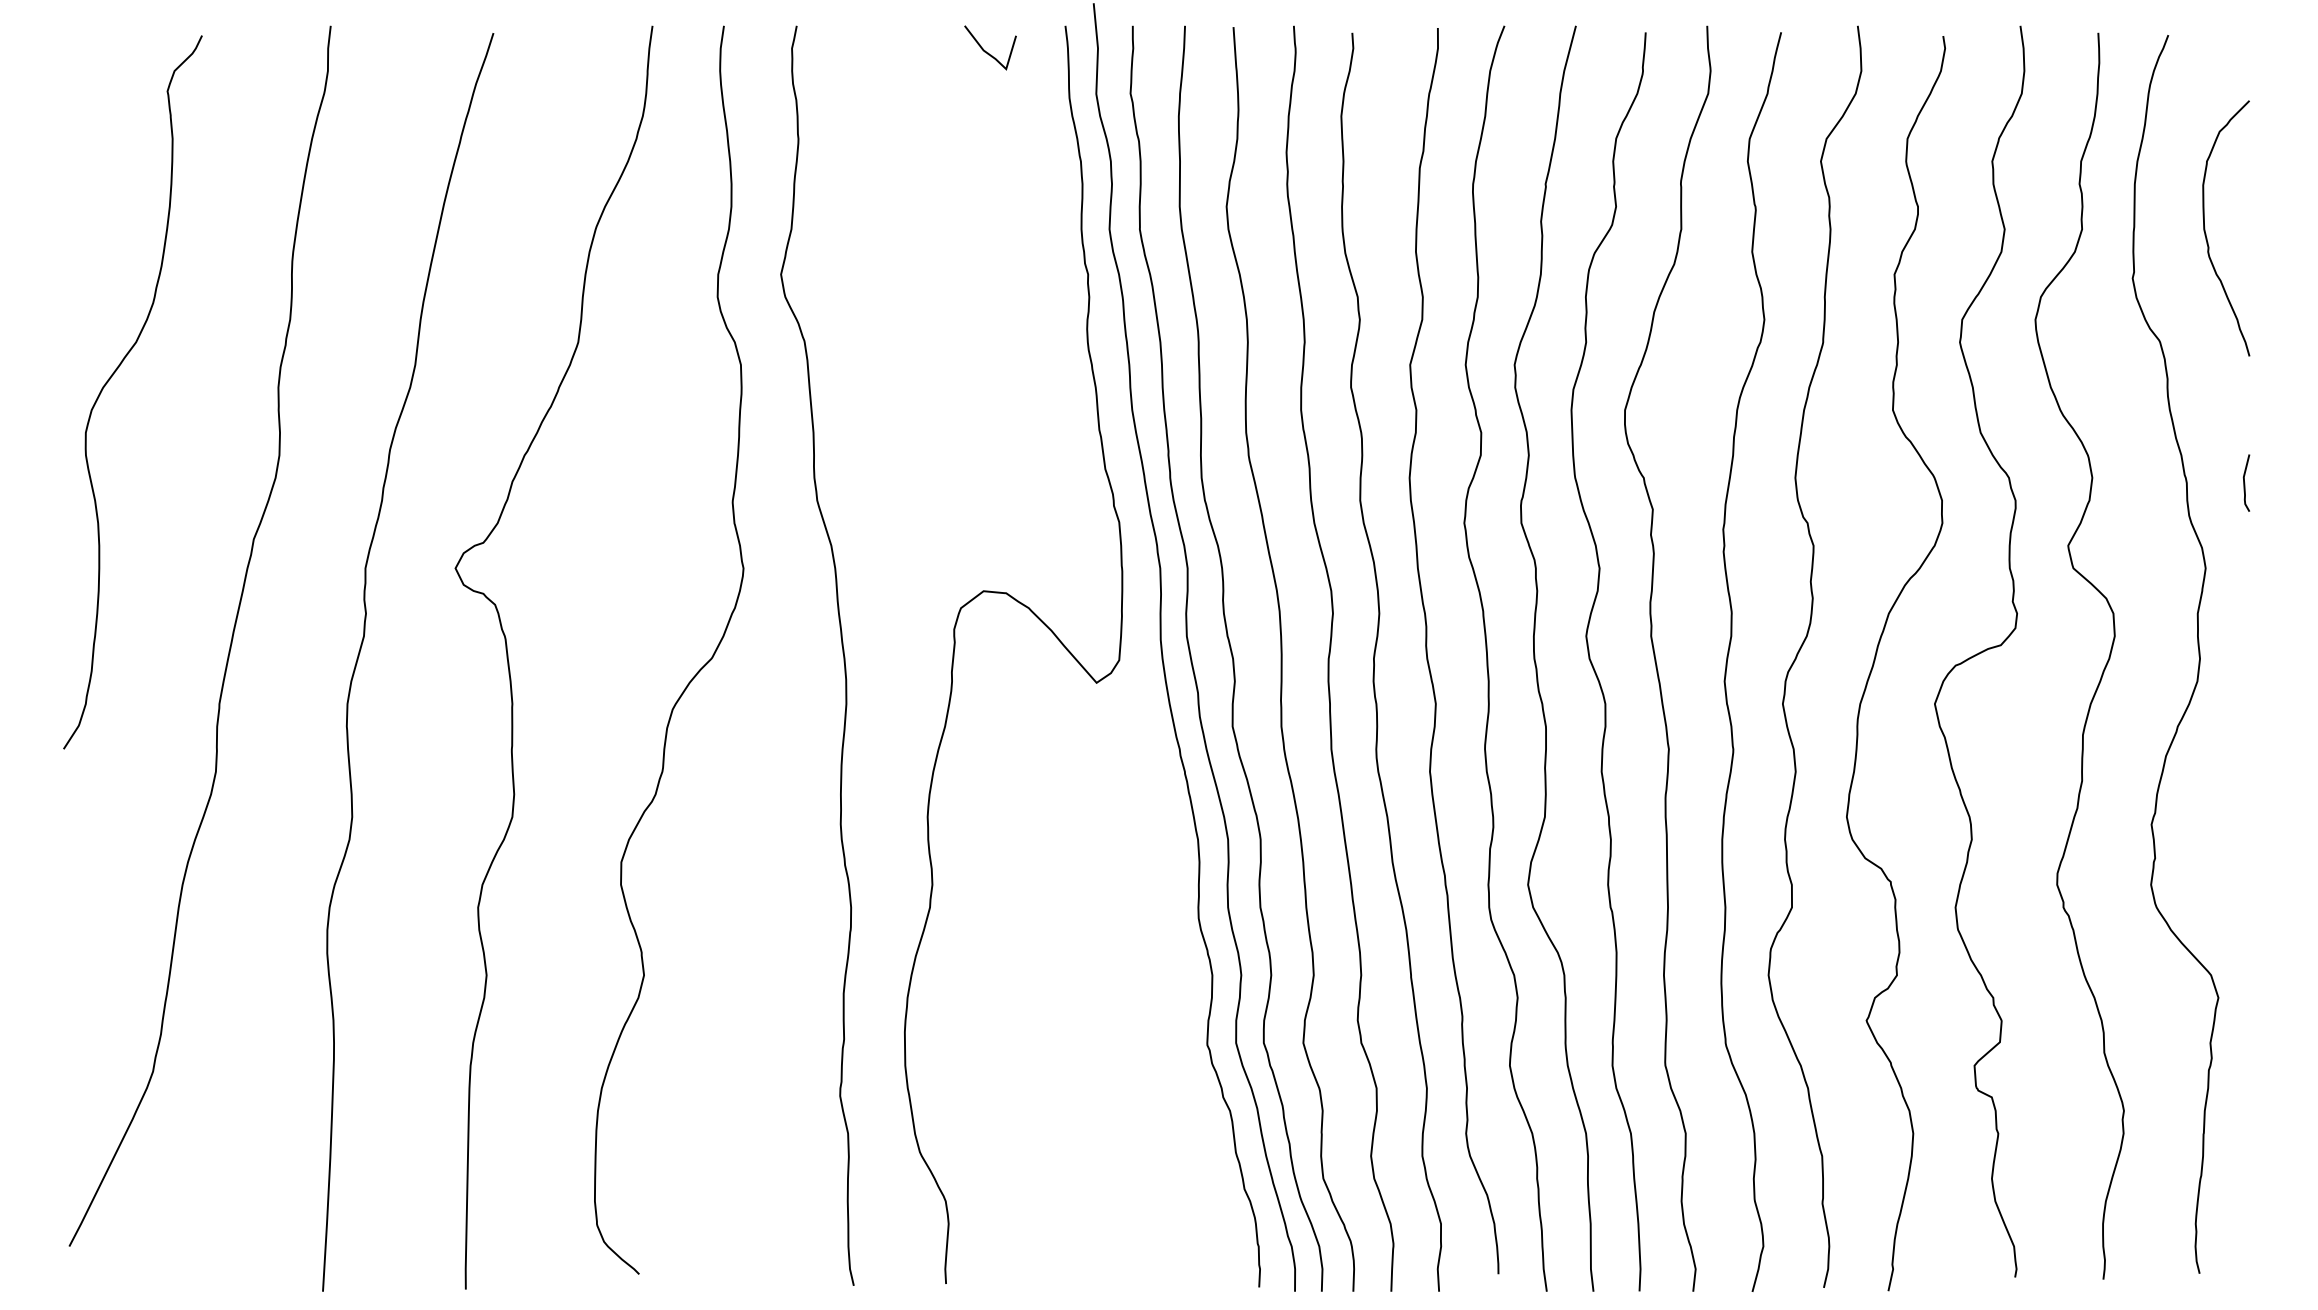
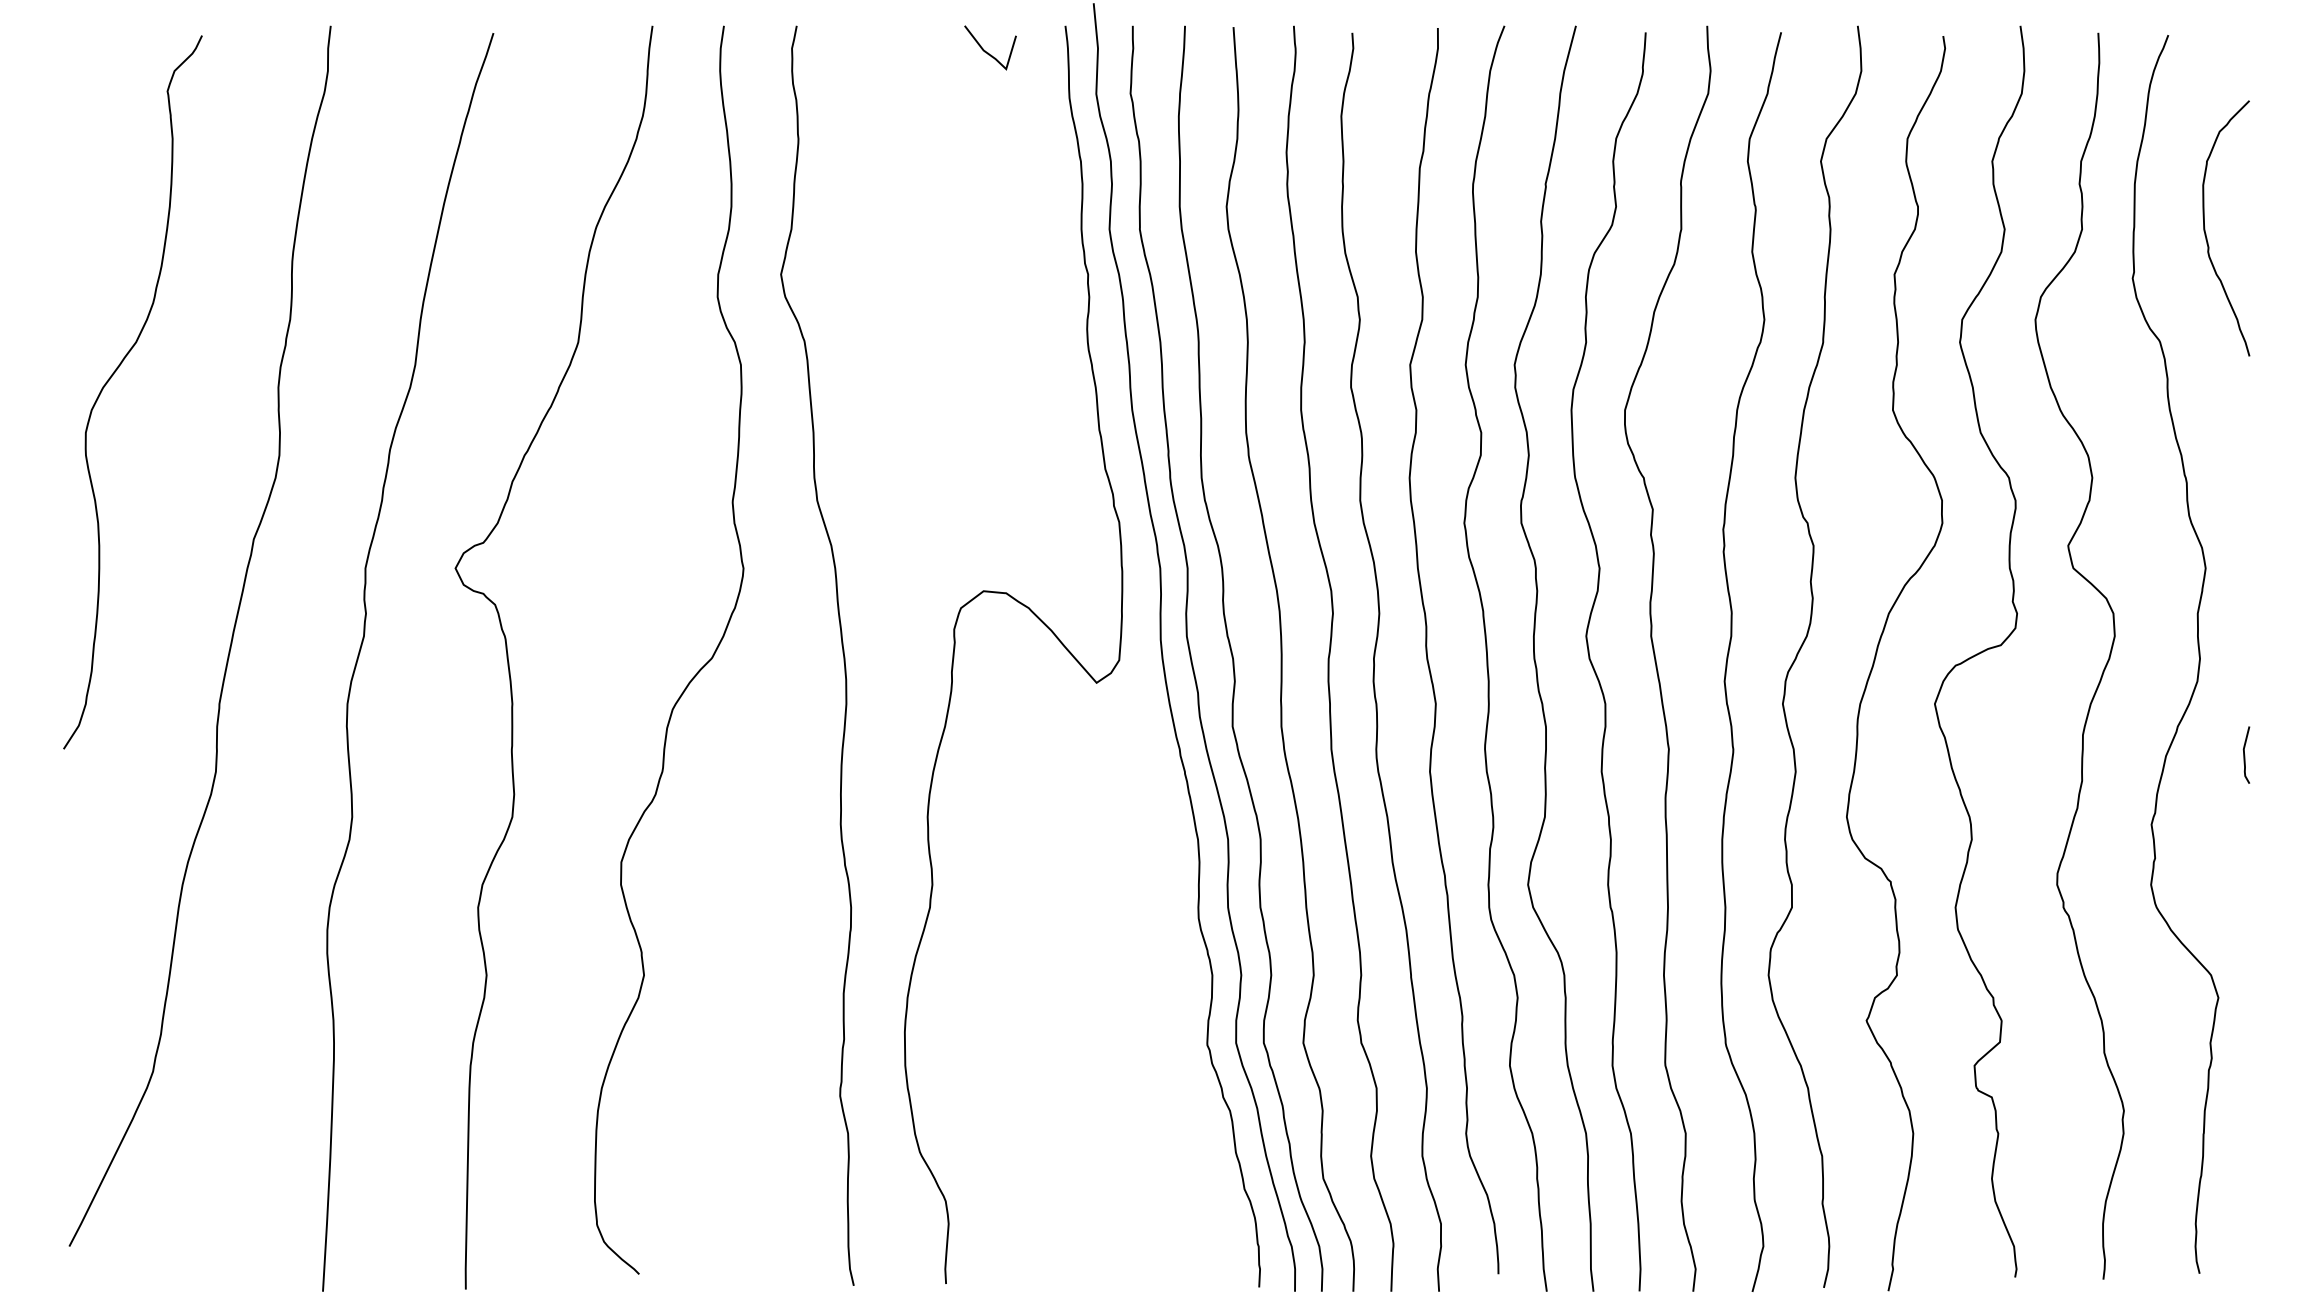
curve at (2245, 482) position: (2245, 482) -> (2245, 754)
